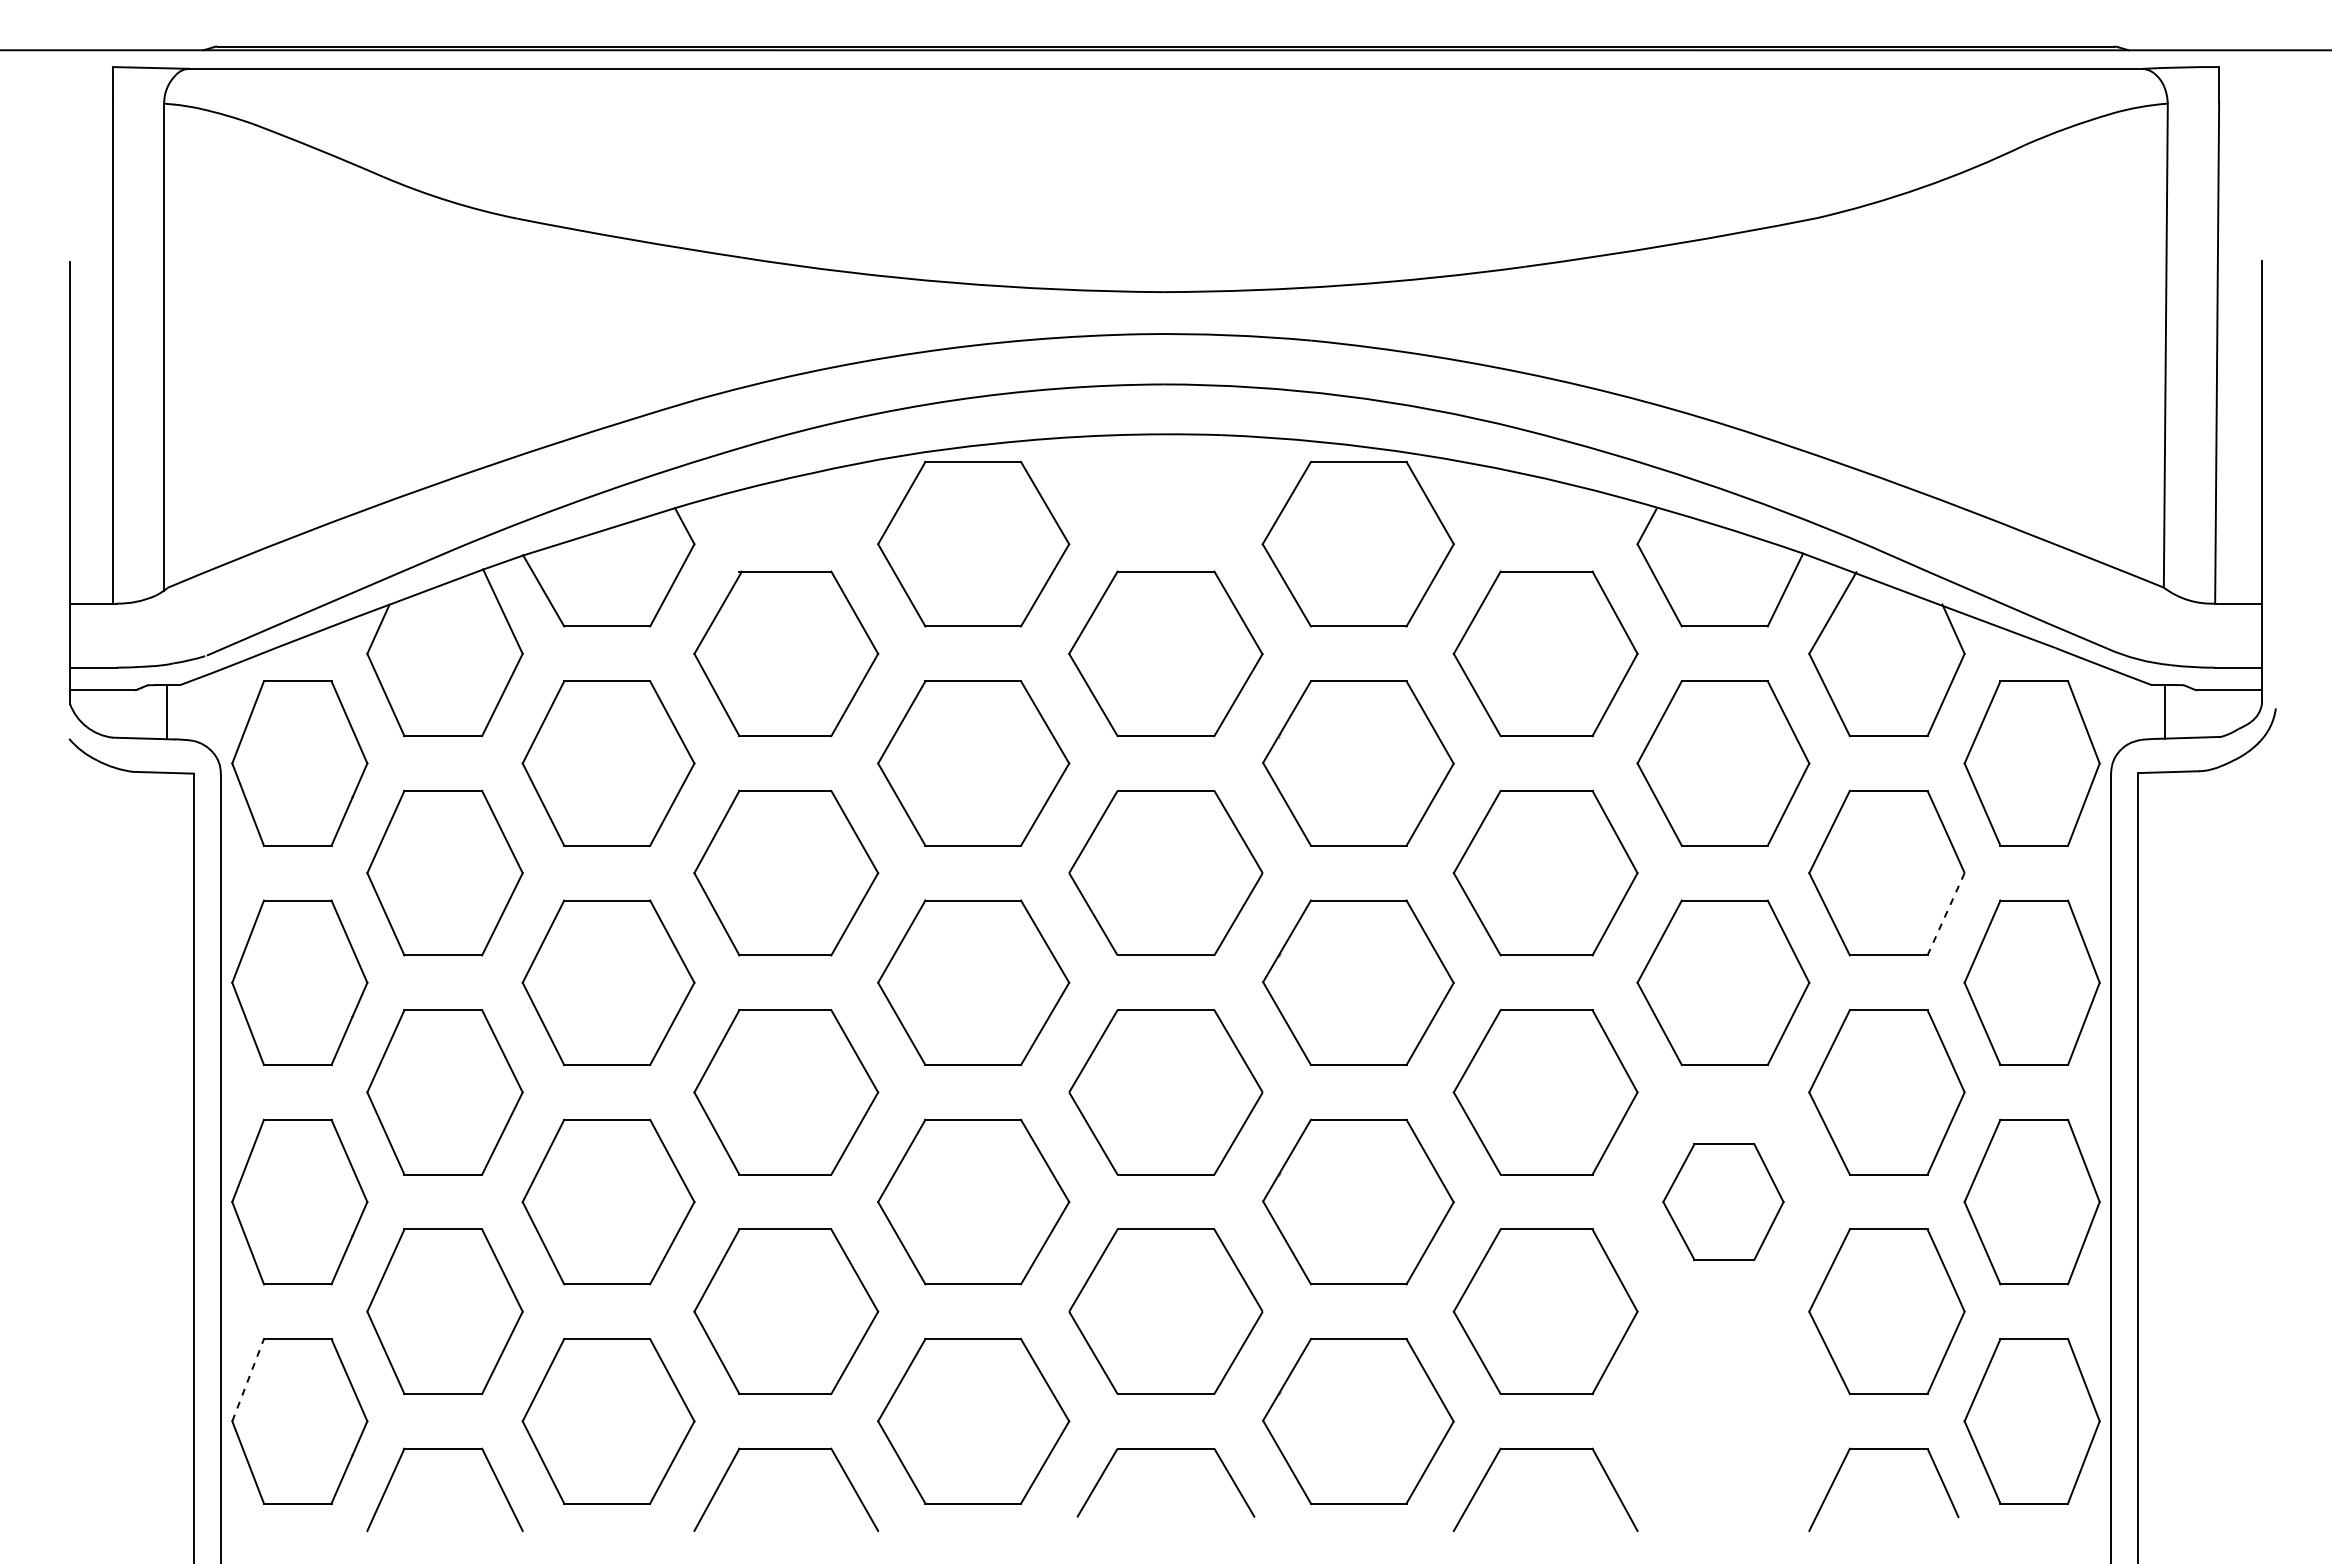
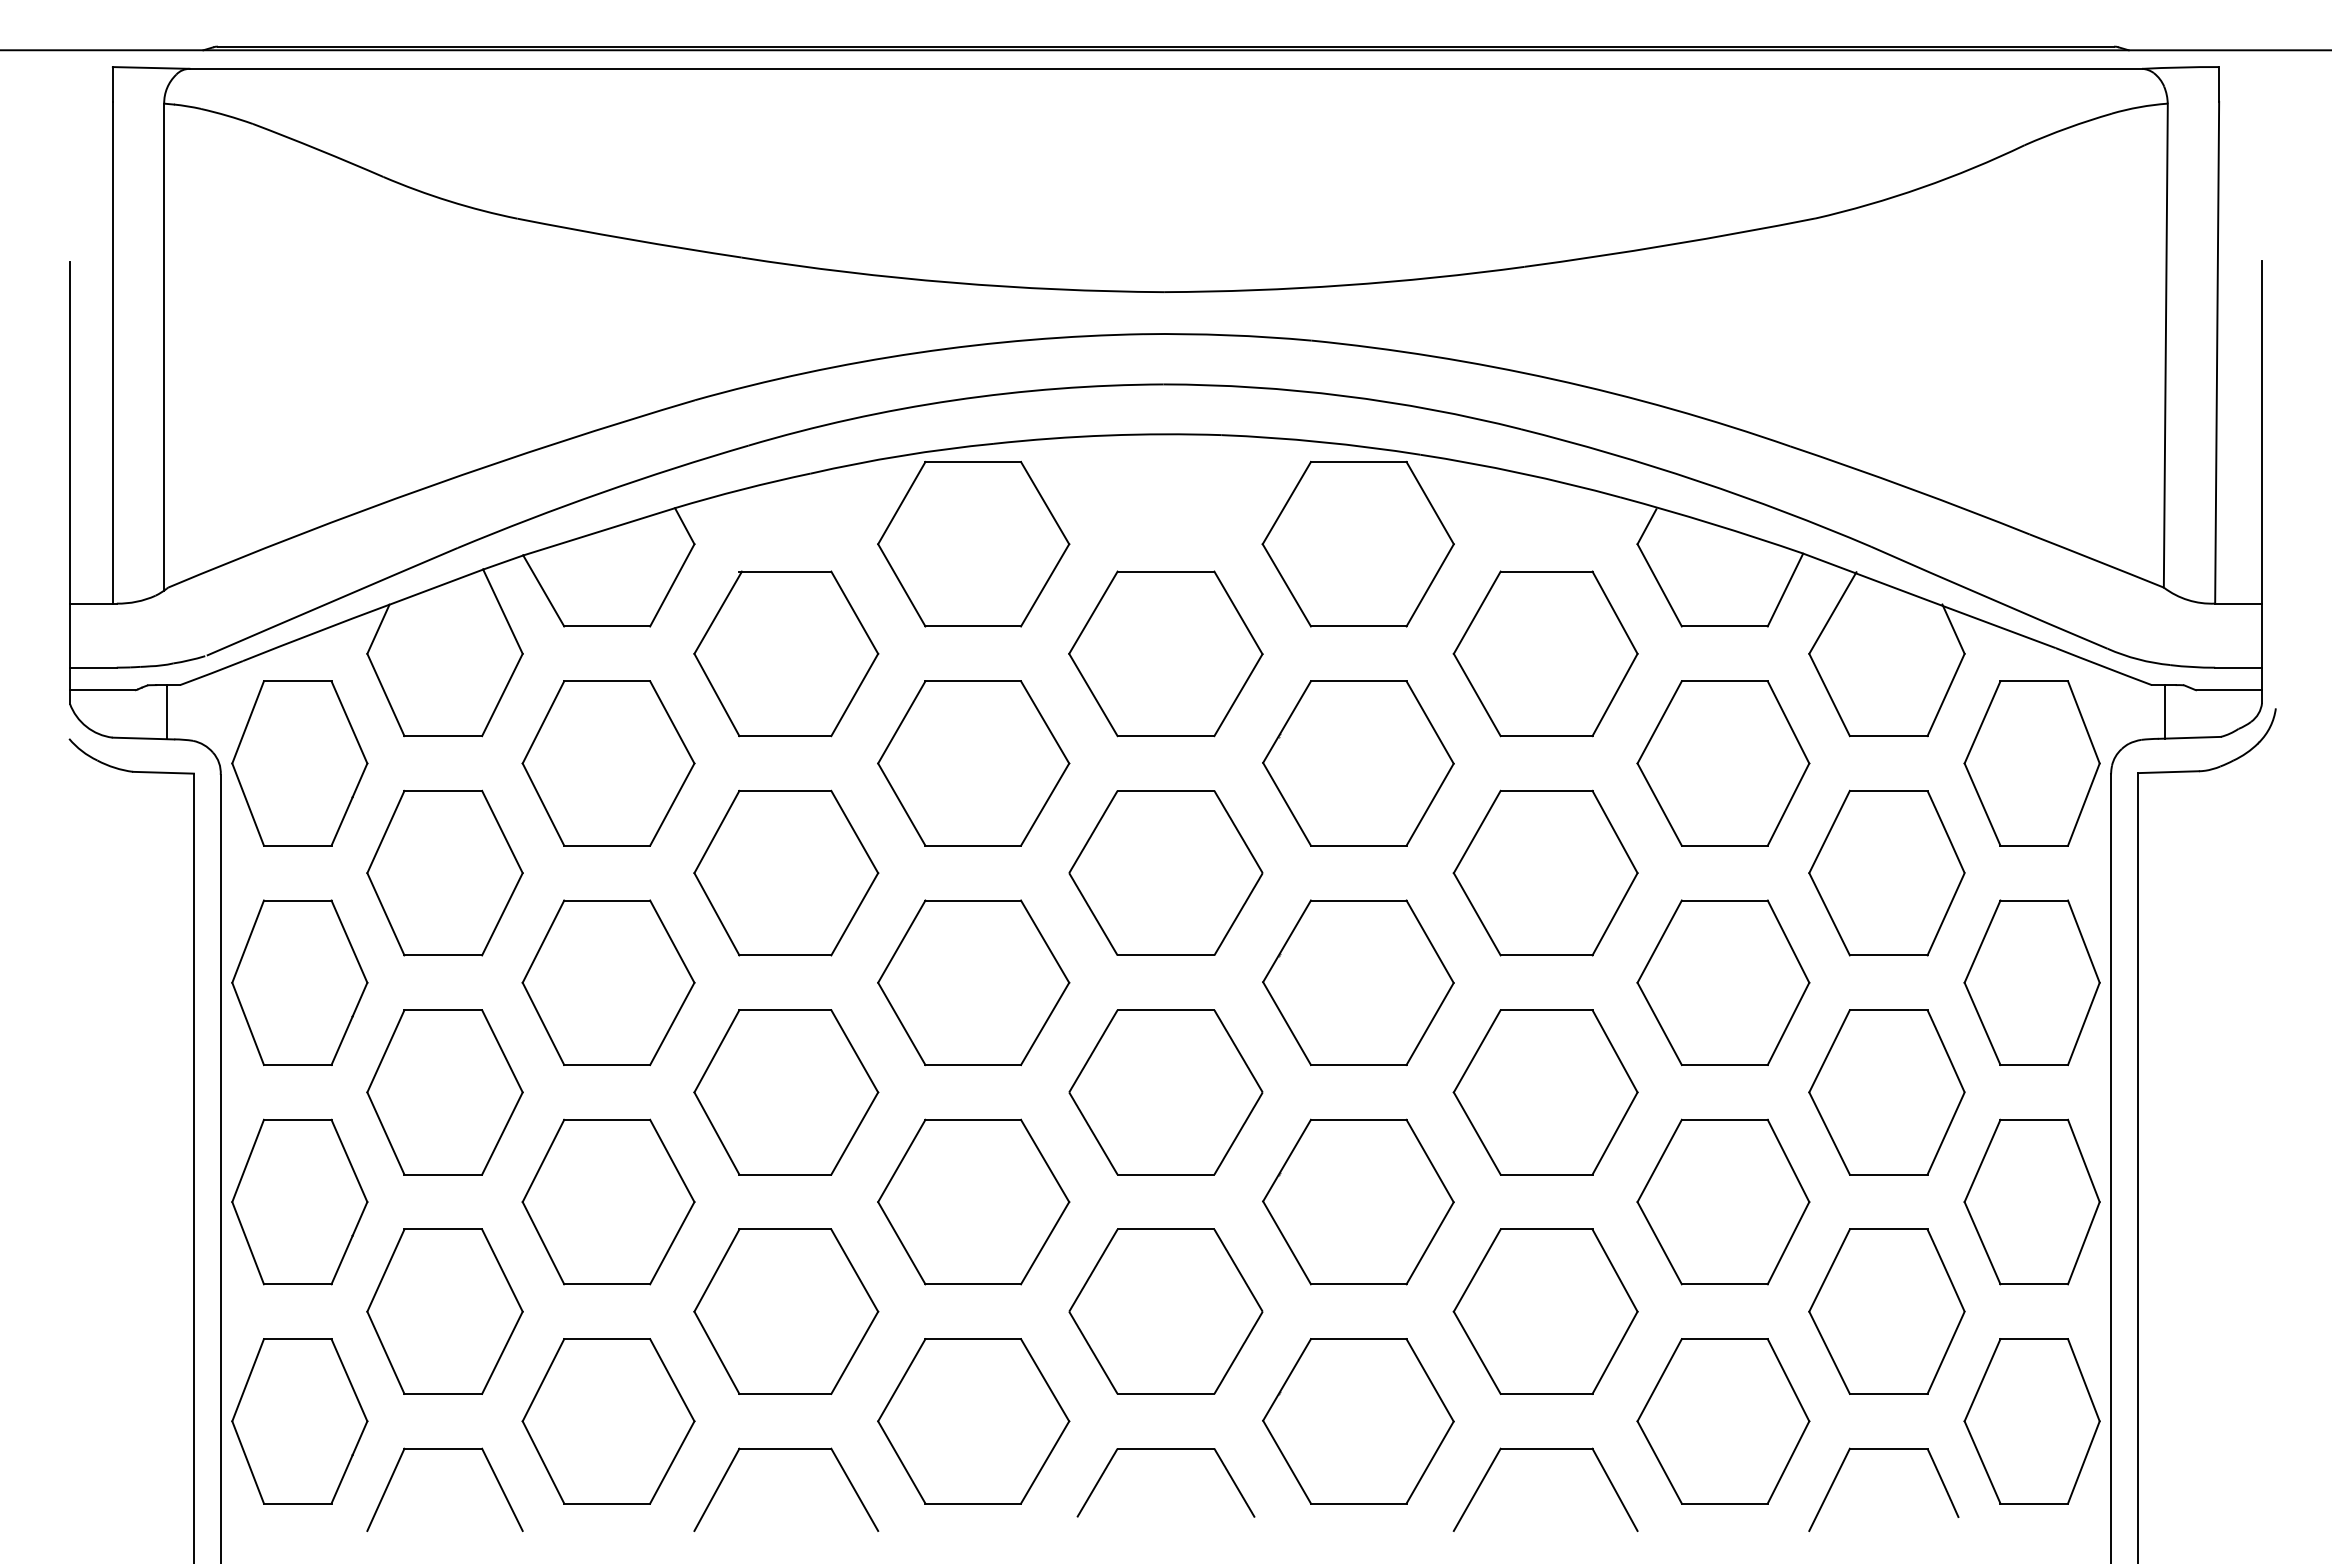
line at (1946, 913): dashed -> solid
part at (1723, 1201) size: 123x118 px -> 175x168 px
line at (248, 1379): dashed -> solid
part at (1723, 1421): none -> present
